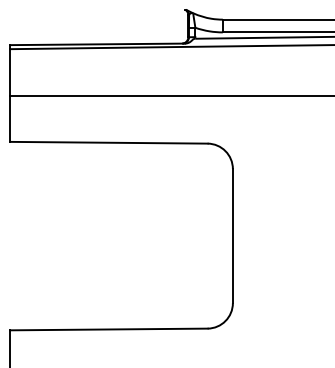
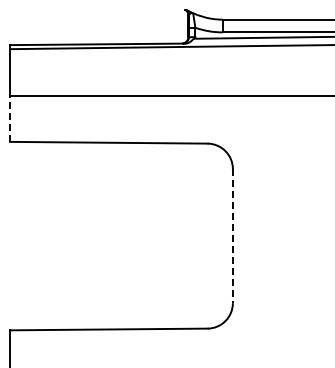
line at (10, 118): solid -> dashed
line at (232, 236): solid -> dashed
